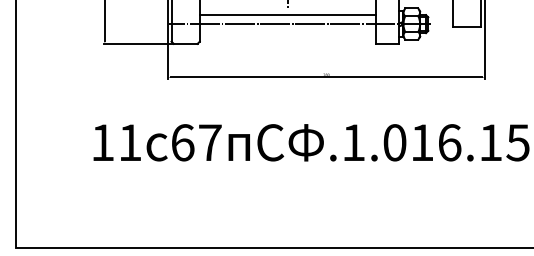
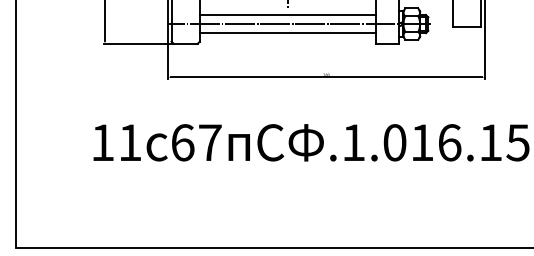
line at (287, 33): none -> present
